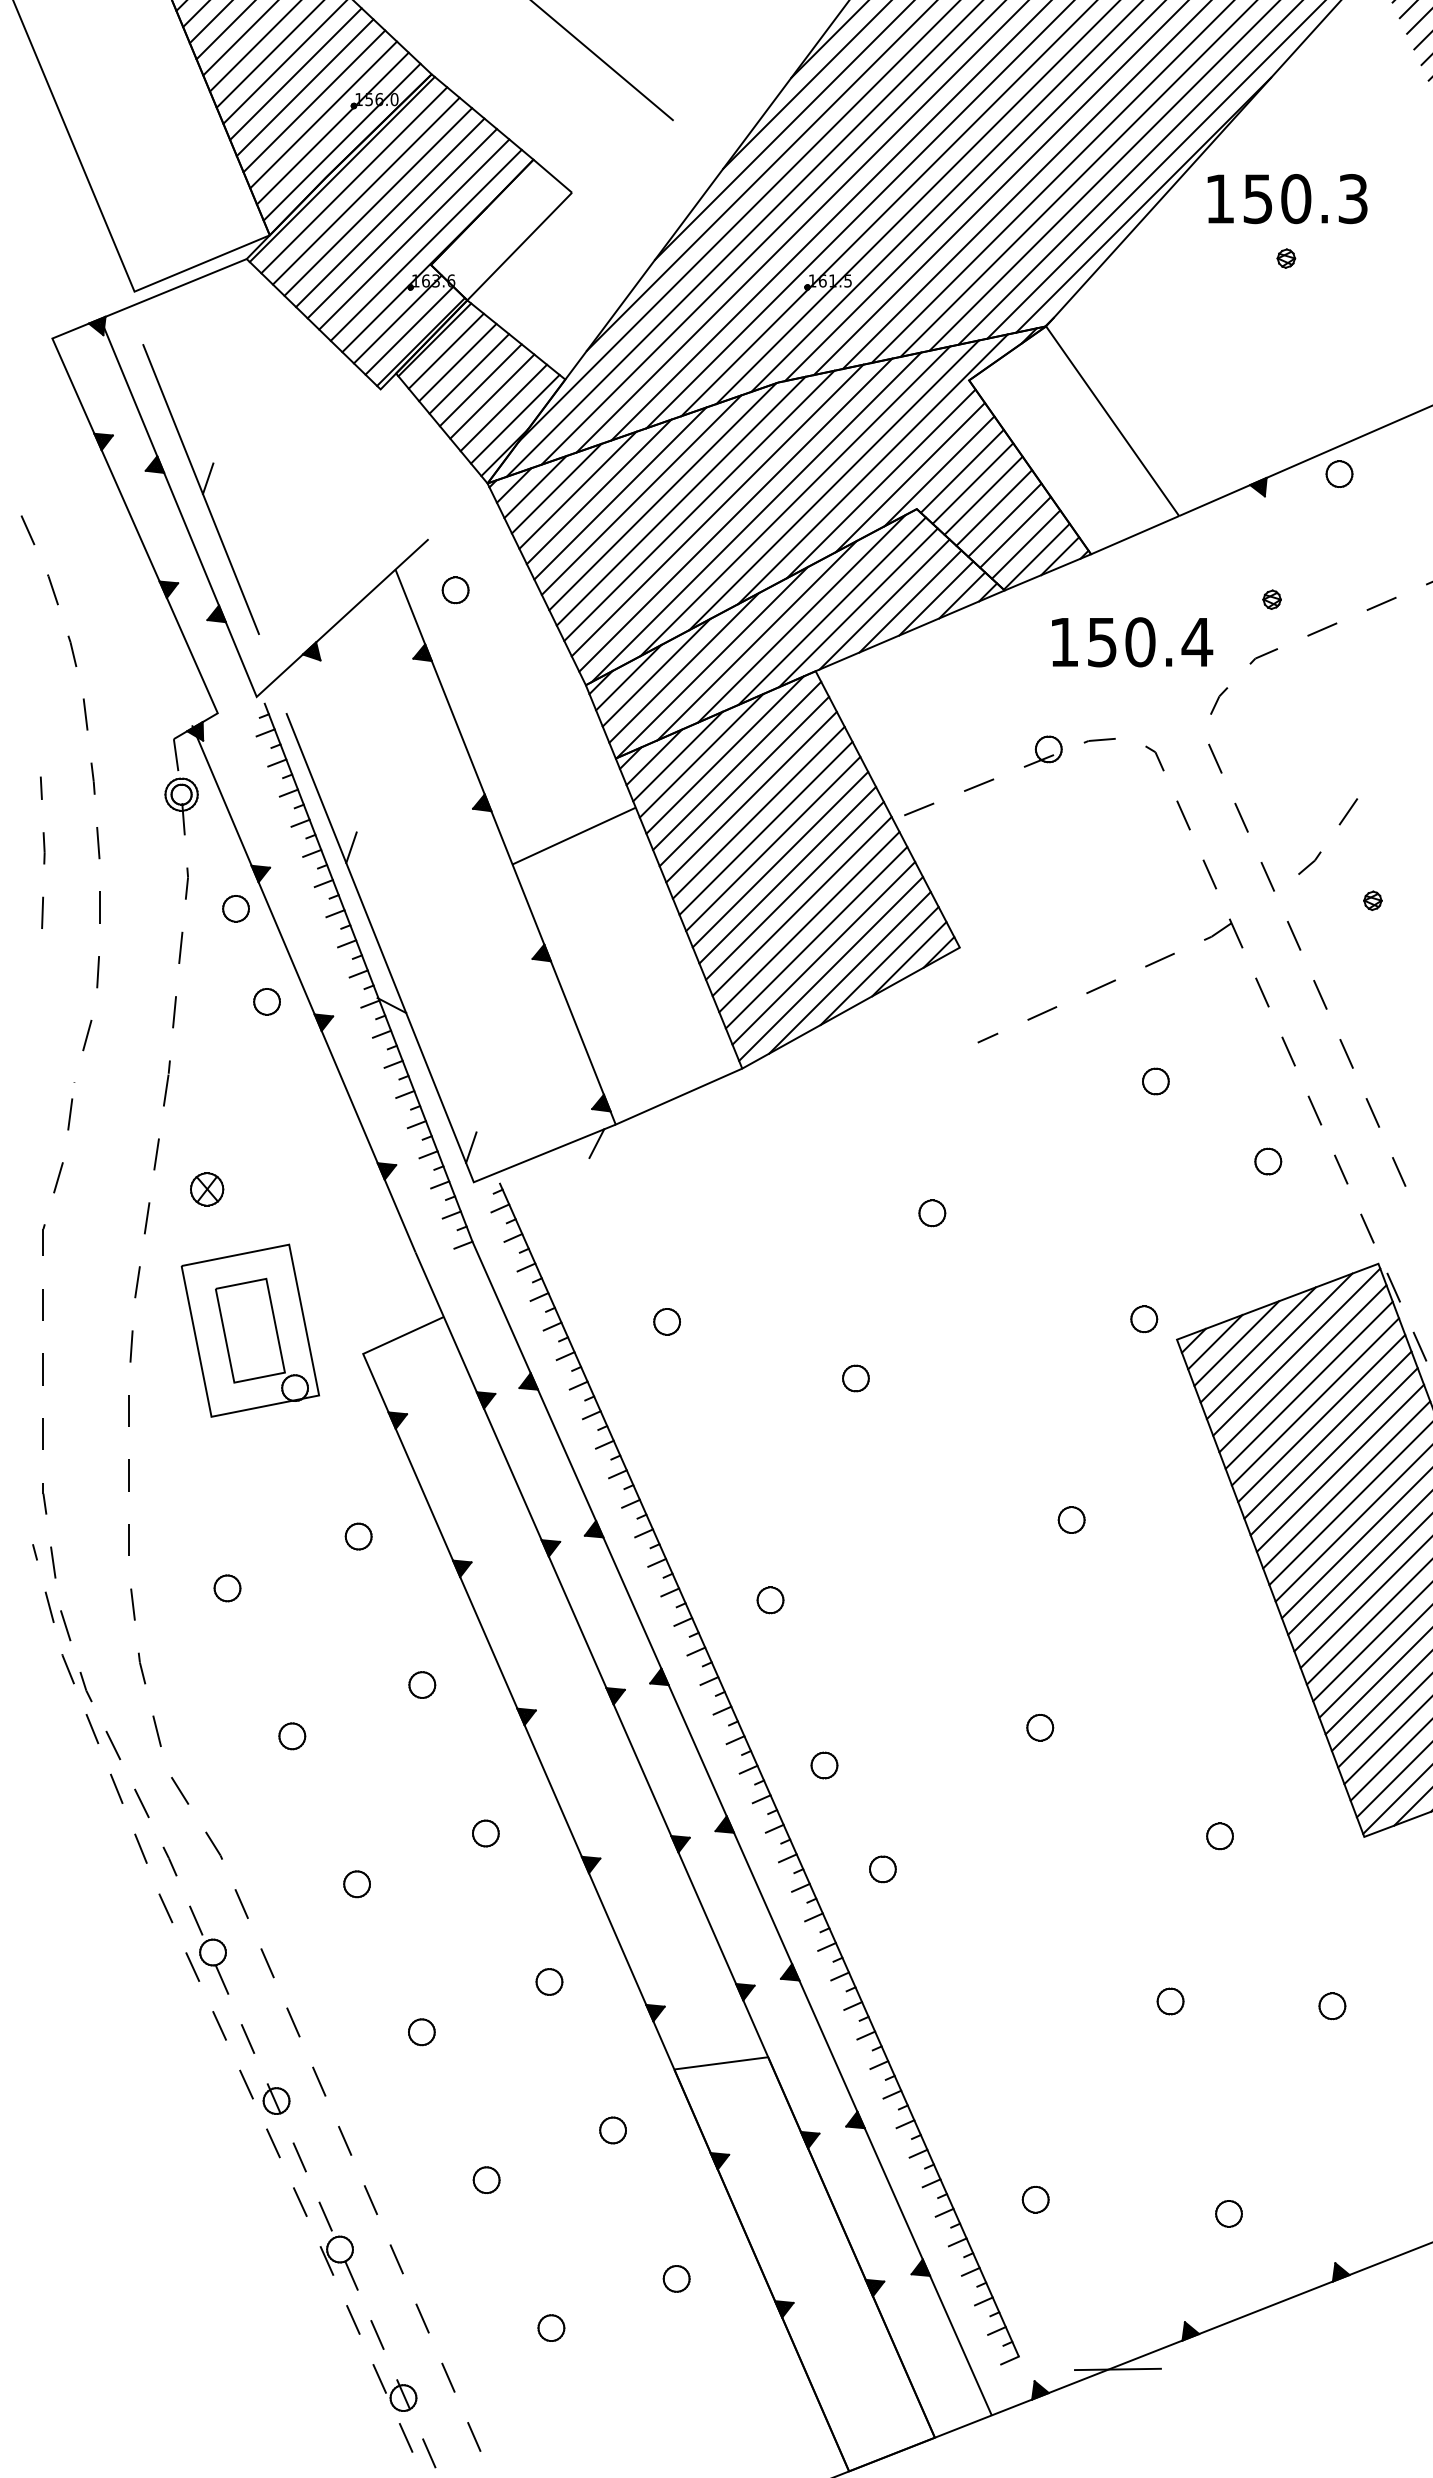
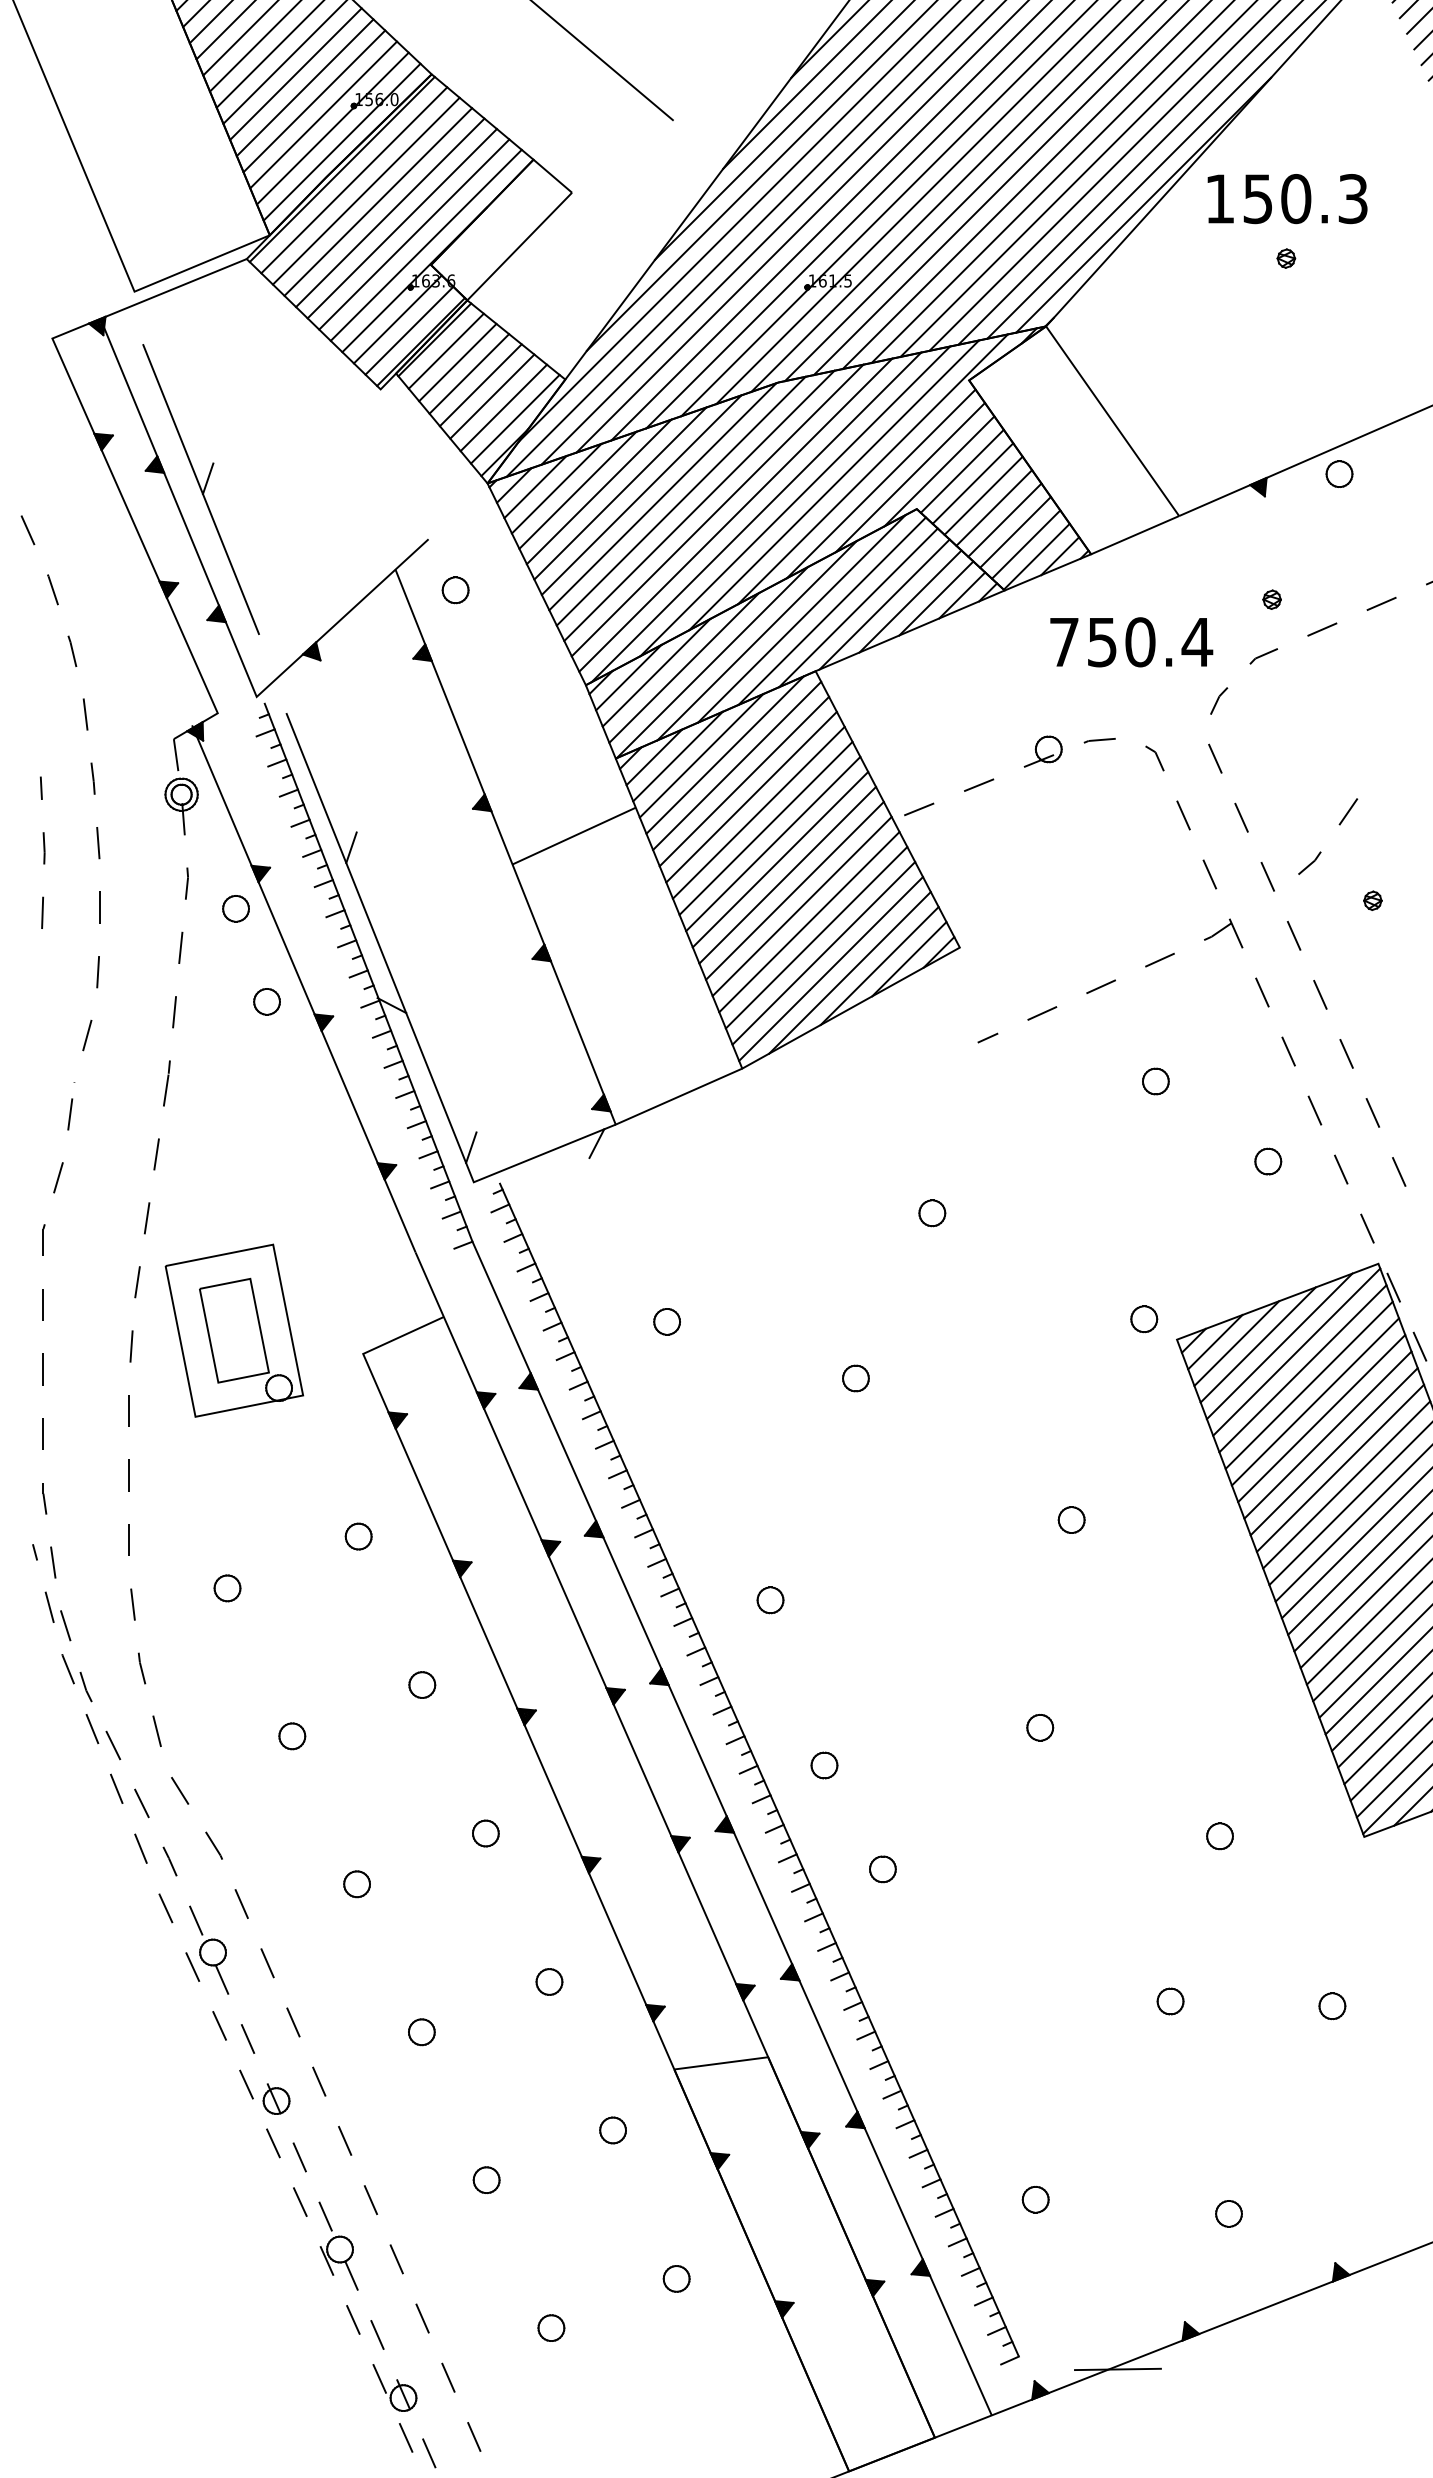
text at (1064, 642): 150.4 -> 750.4
part at (207, 1189): present -> none
part at (250, 1330) position: (250, 1330) -> (234, 1330)
